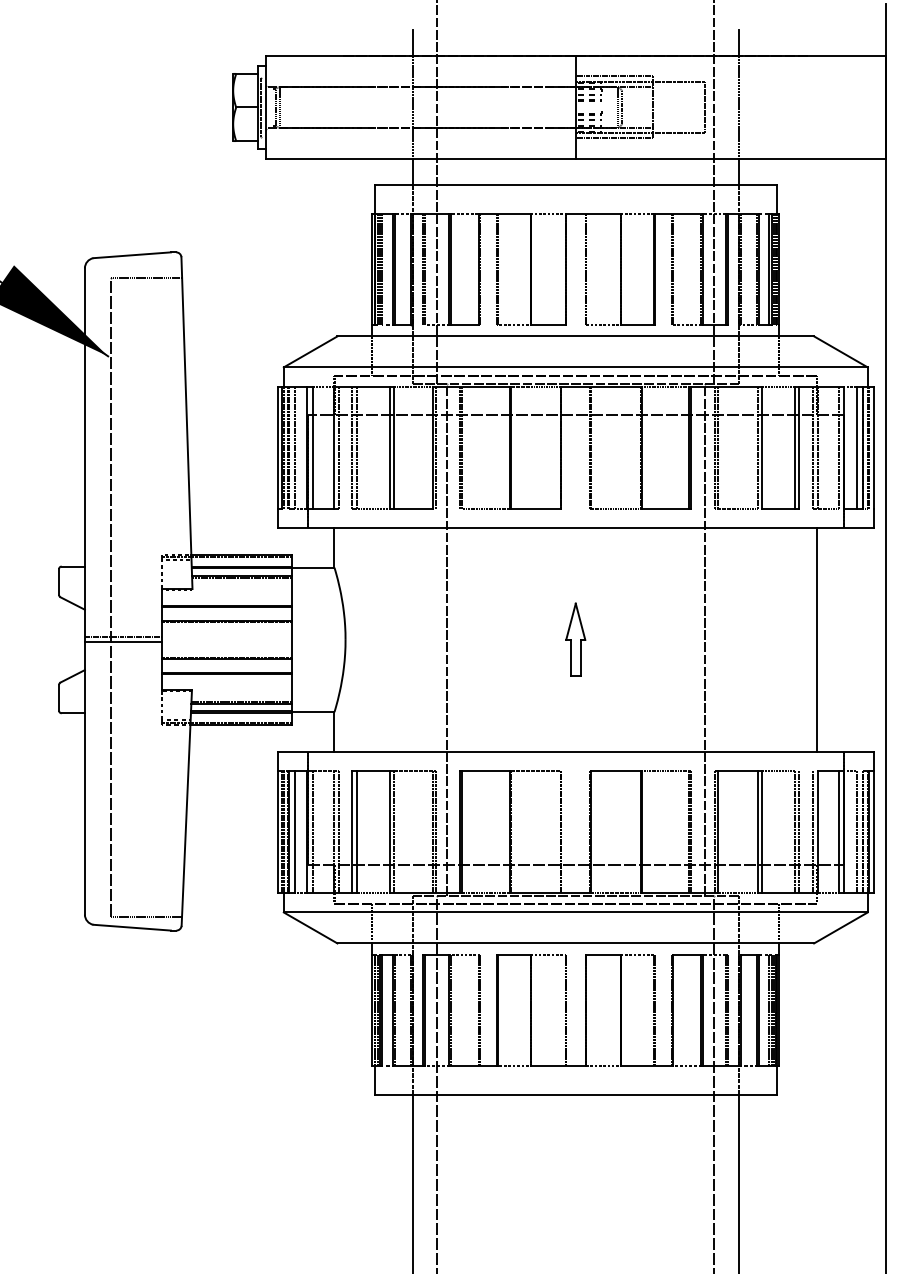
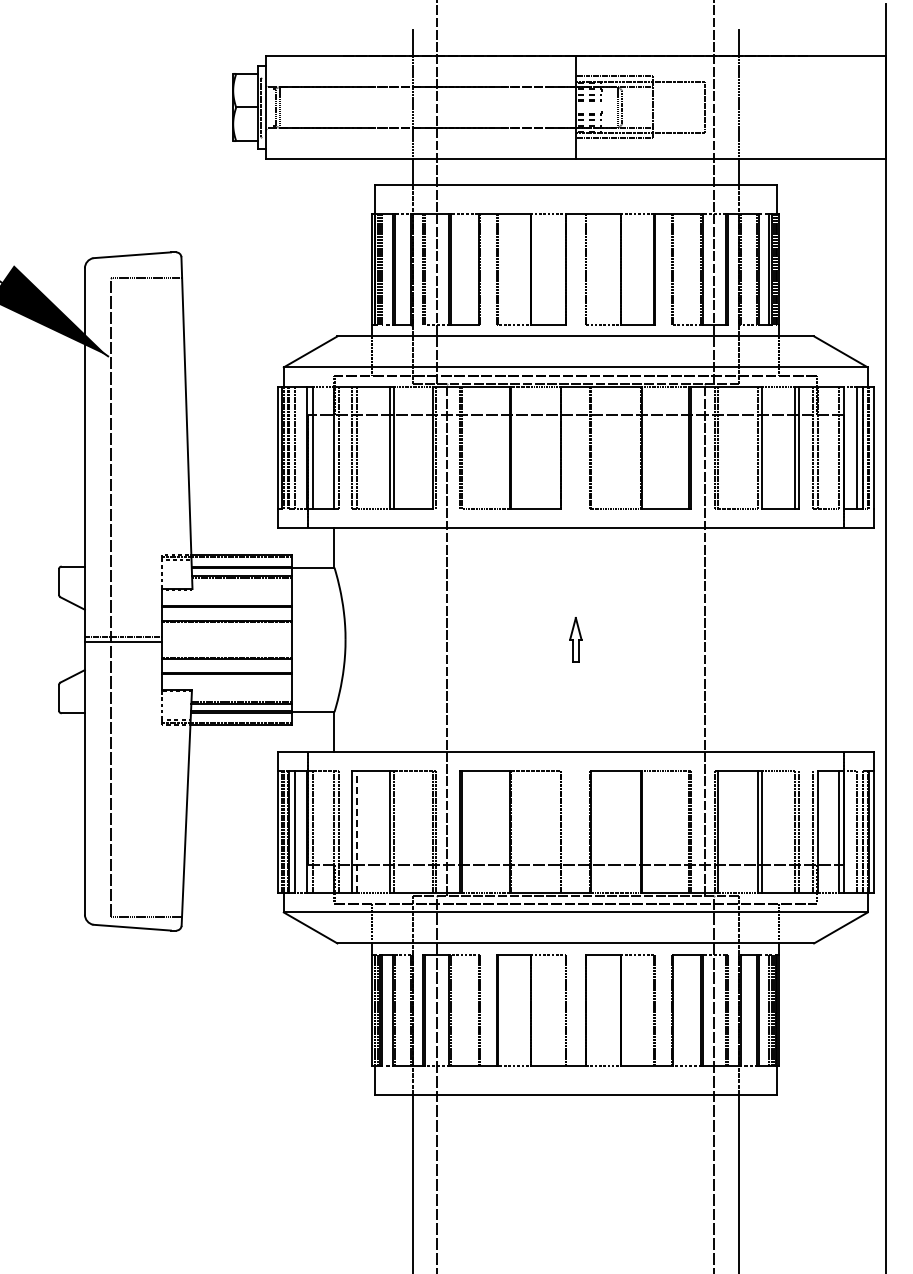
part at (575, 639) size: 22x75 px -> 14x46 px
line at (817, 639): present -> none
line at (356, 832): solid -> dashed
